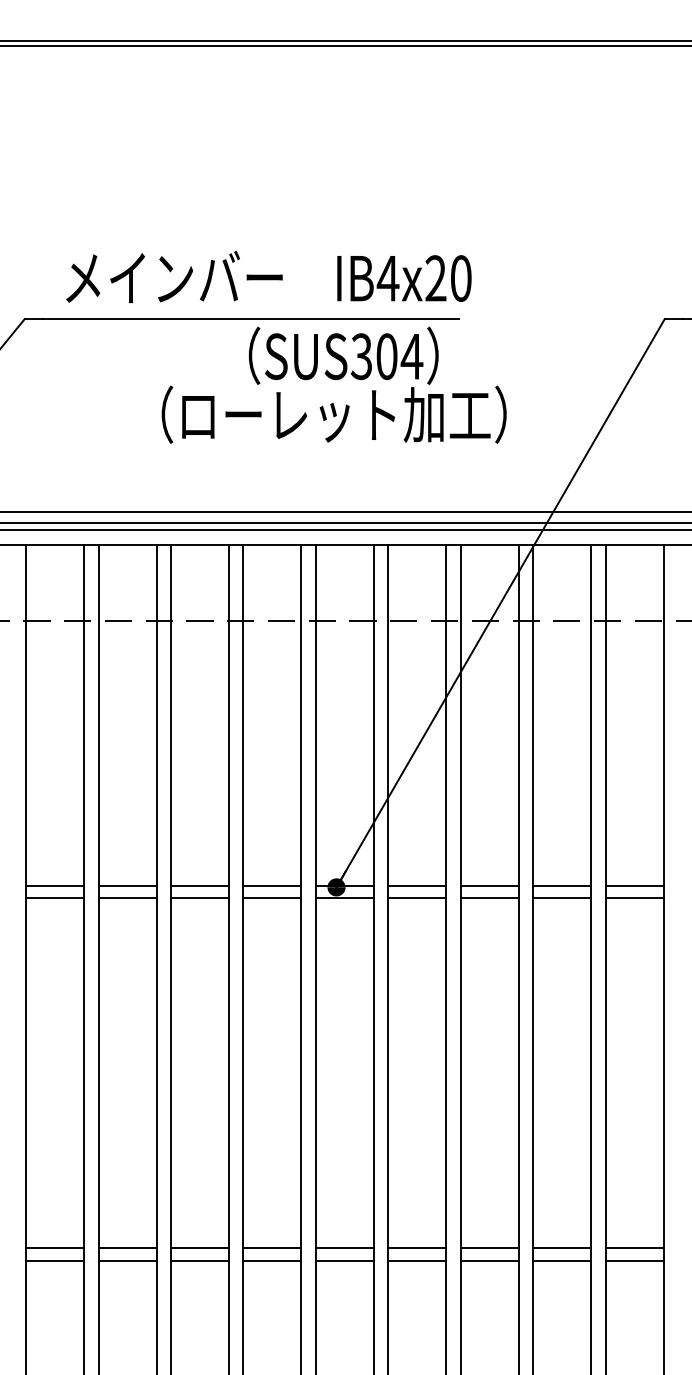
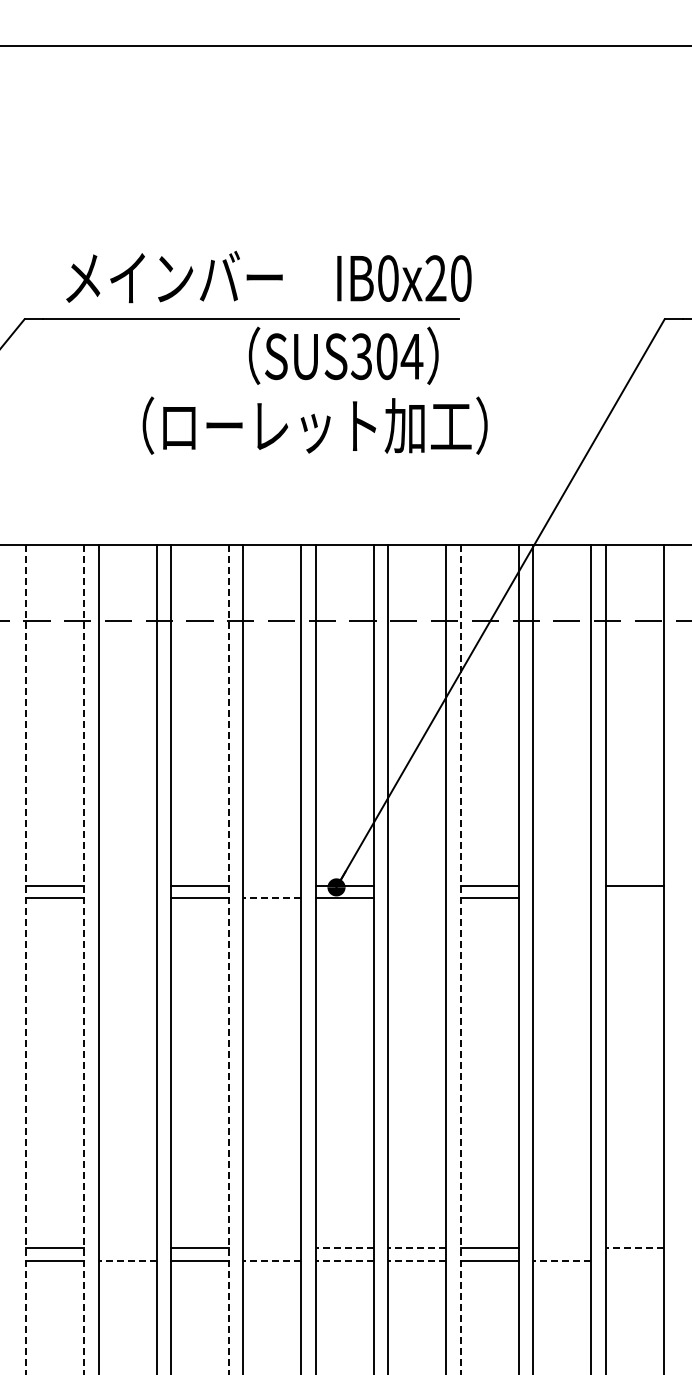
line at (345, 41): present -> none
text at (387, 278): IB4x20 -> IB0x20
text at (333, 414) position: (333, 414) -> (314, 425)
line at (345, 512): present -> none
line at (345, 523): present -> none
line at (345, 530): present -> none
line at (127, 885): present -> none
line at (272, 885): present -> none
line at (417, 885): present -> none
line at (562, 885): present -> none
line at (127, 898): present -> none
line at (272, 898): solid -> dashed
line at (417, 898): present -> none
line at (562, 898): present -> none
line at (634, 898): present -> none
line at (26, 959): solid -> dashed
line at (84, 959): solid -> dashed
line at (228, 959): solid -> dashed
line at (460, 959): solid -> dashed
line at (127, 1247): present -> none
line at (272, 1247): present -> none
line at (344, 1247): solid -> dashed
line at (417, 1247): solid -> dashed
line at (562, 1247): present -> none
line at (634, 1247): solid -> dashed
line at (127, 1260): solid -> dashed
line at (272, 1260): solid -> dashed
line at (344, 1260): solid -> dashed
line at (417, 1260): solid -> dashed
line at (562, 1260): solid -> dashed
line at (634, 1260): present -> none
